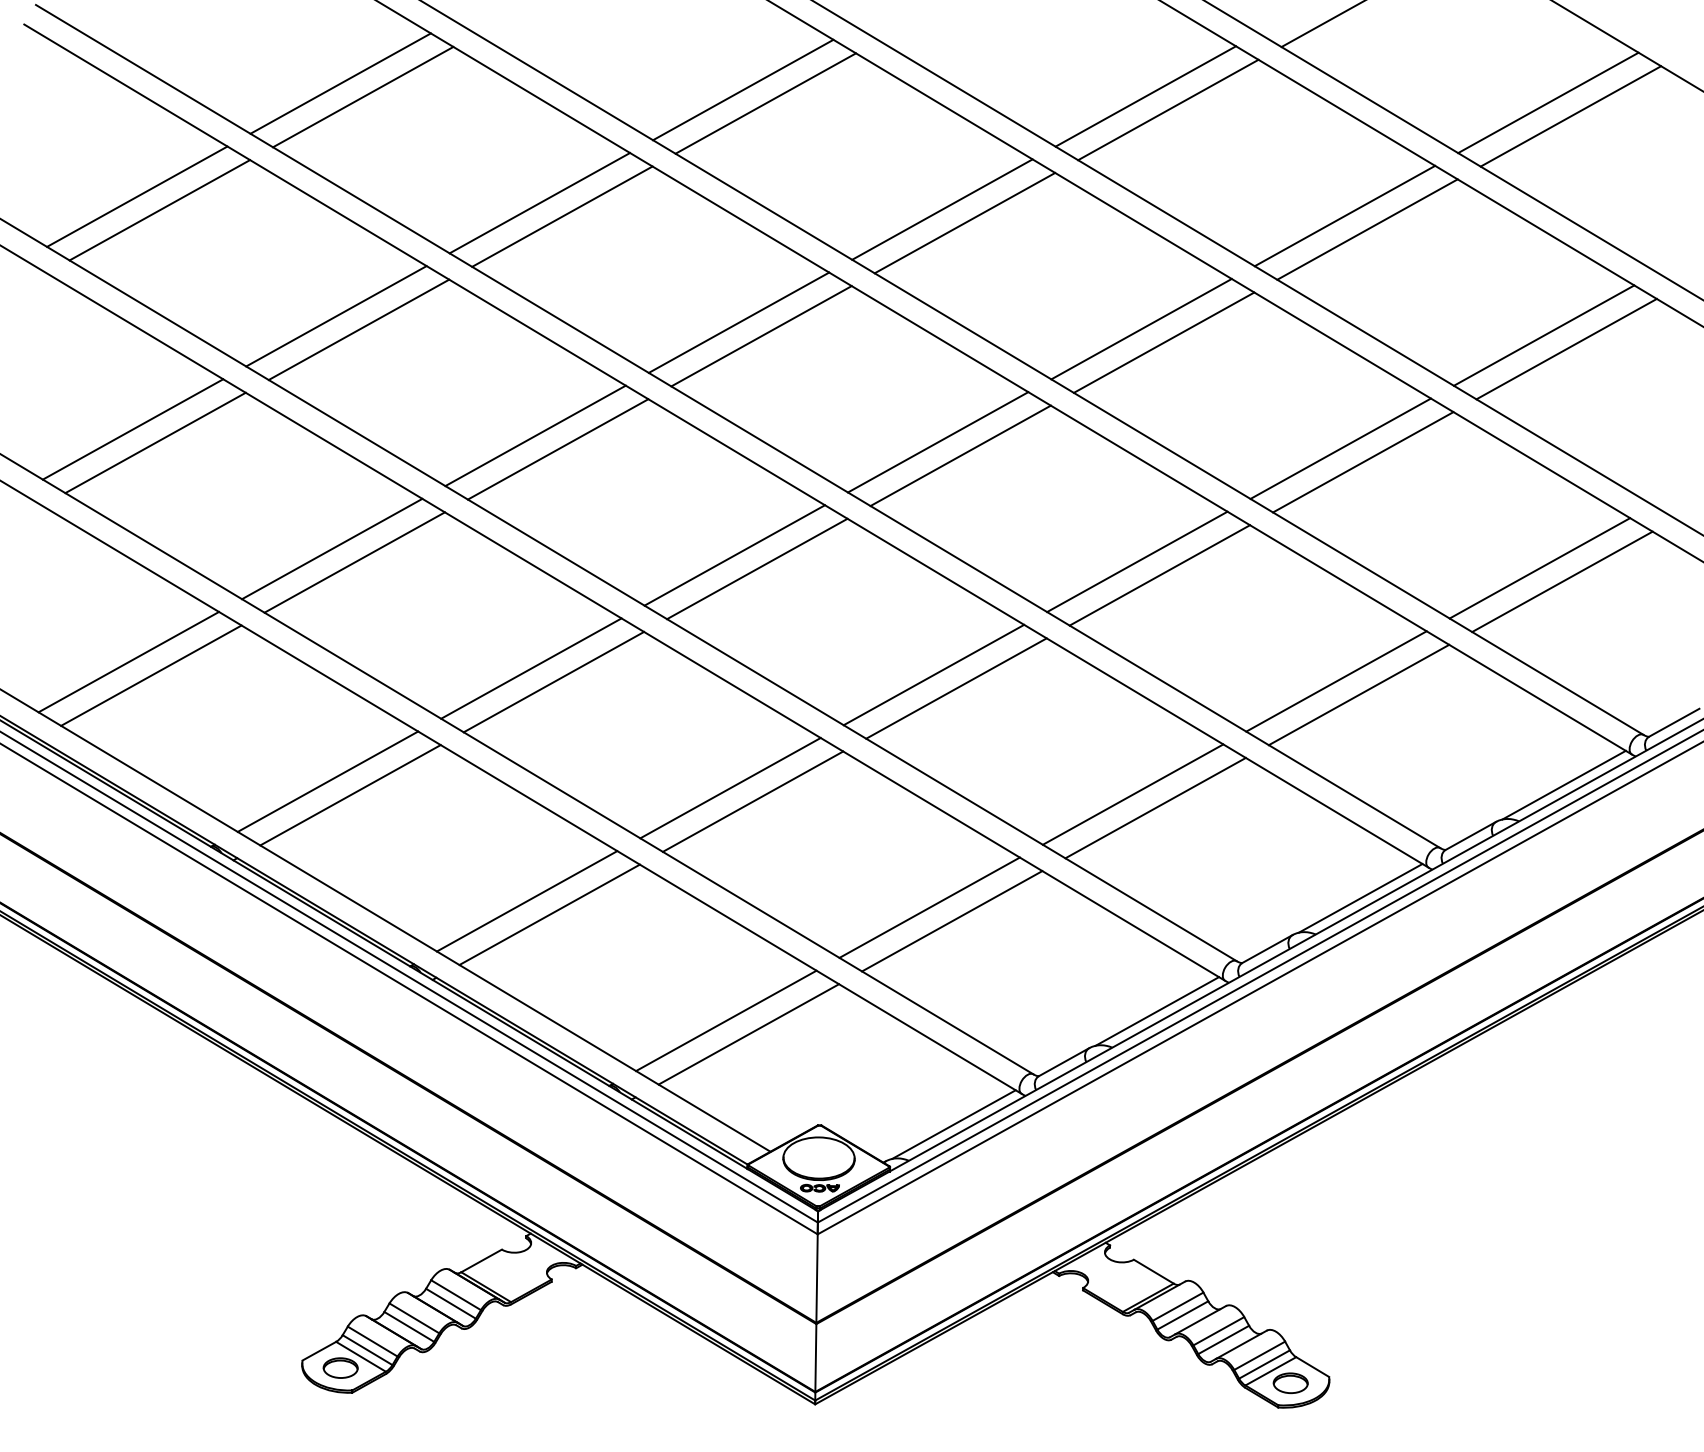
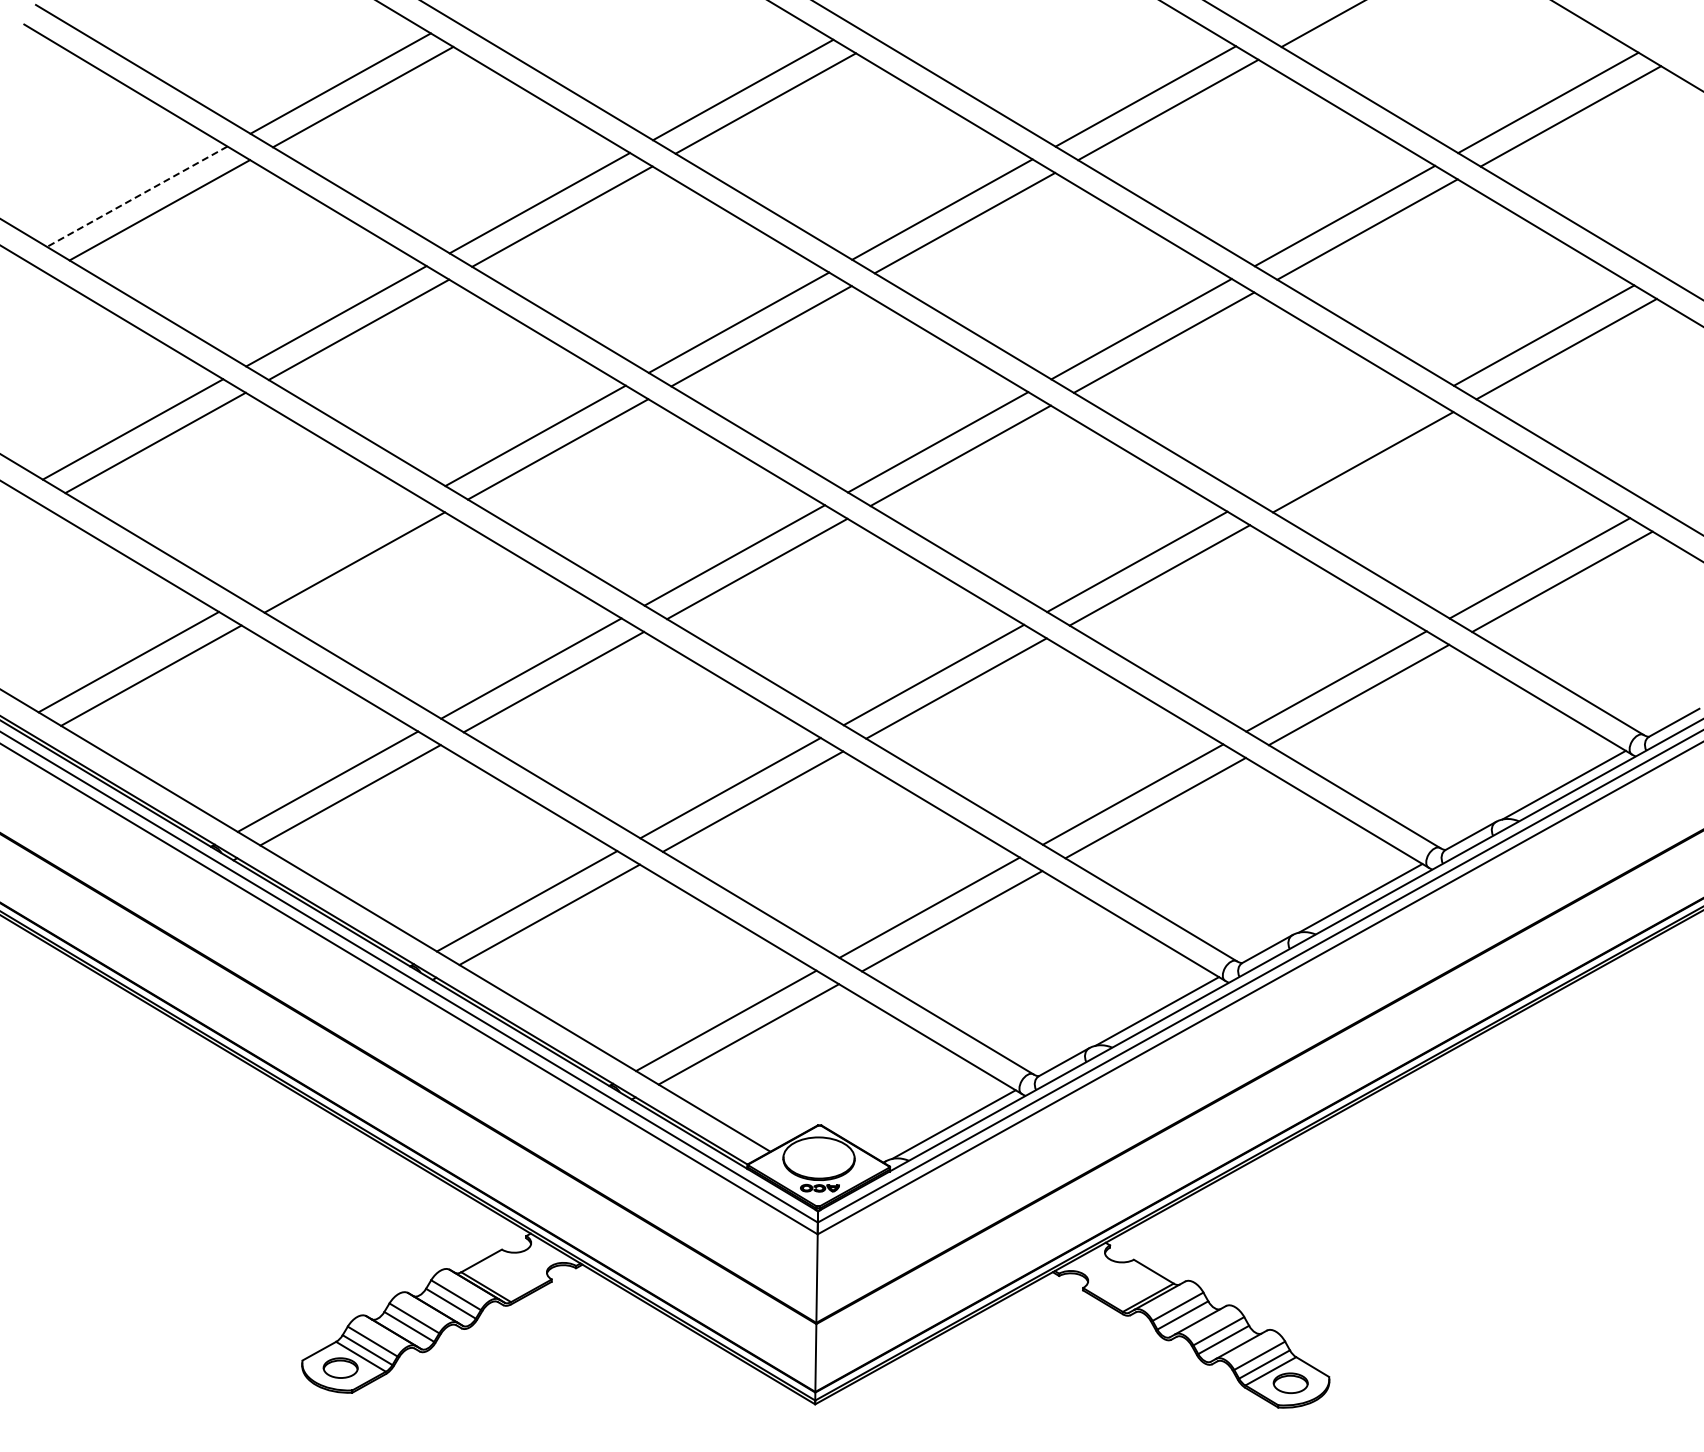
line at (136, 196): solid -> dashed
line at (1340, 448): present -> none
line at (332, 548): present -> none
